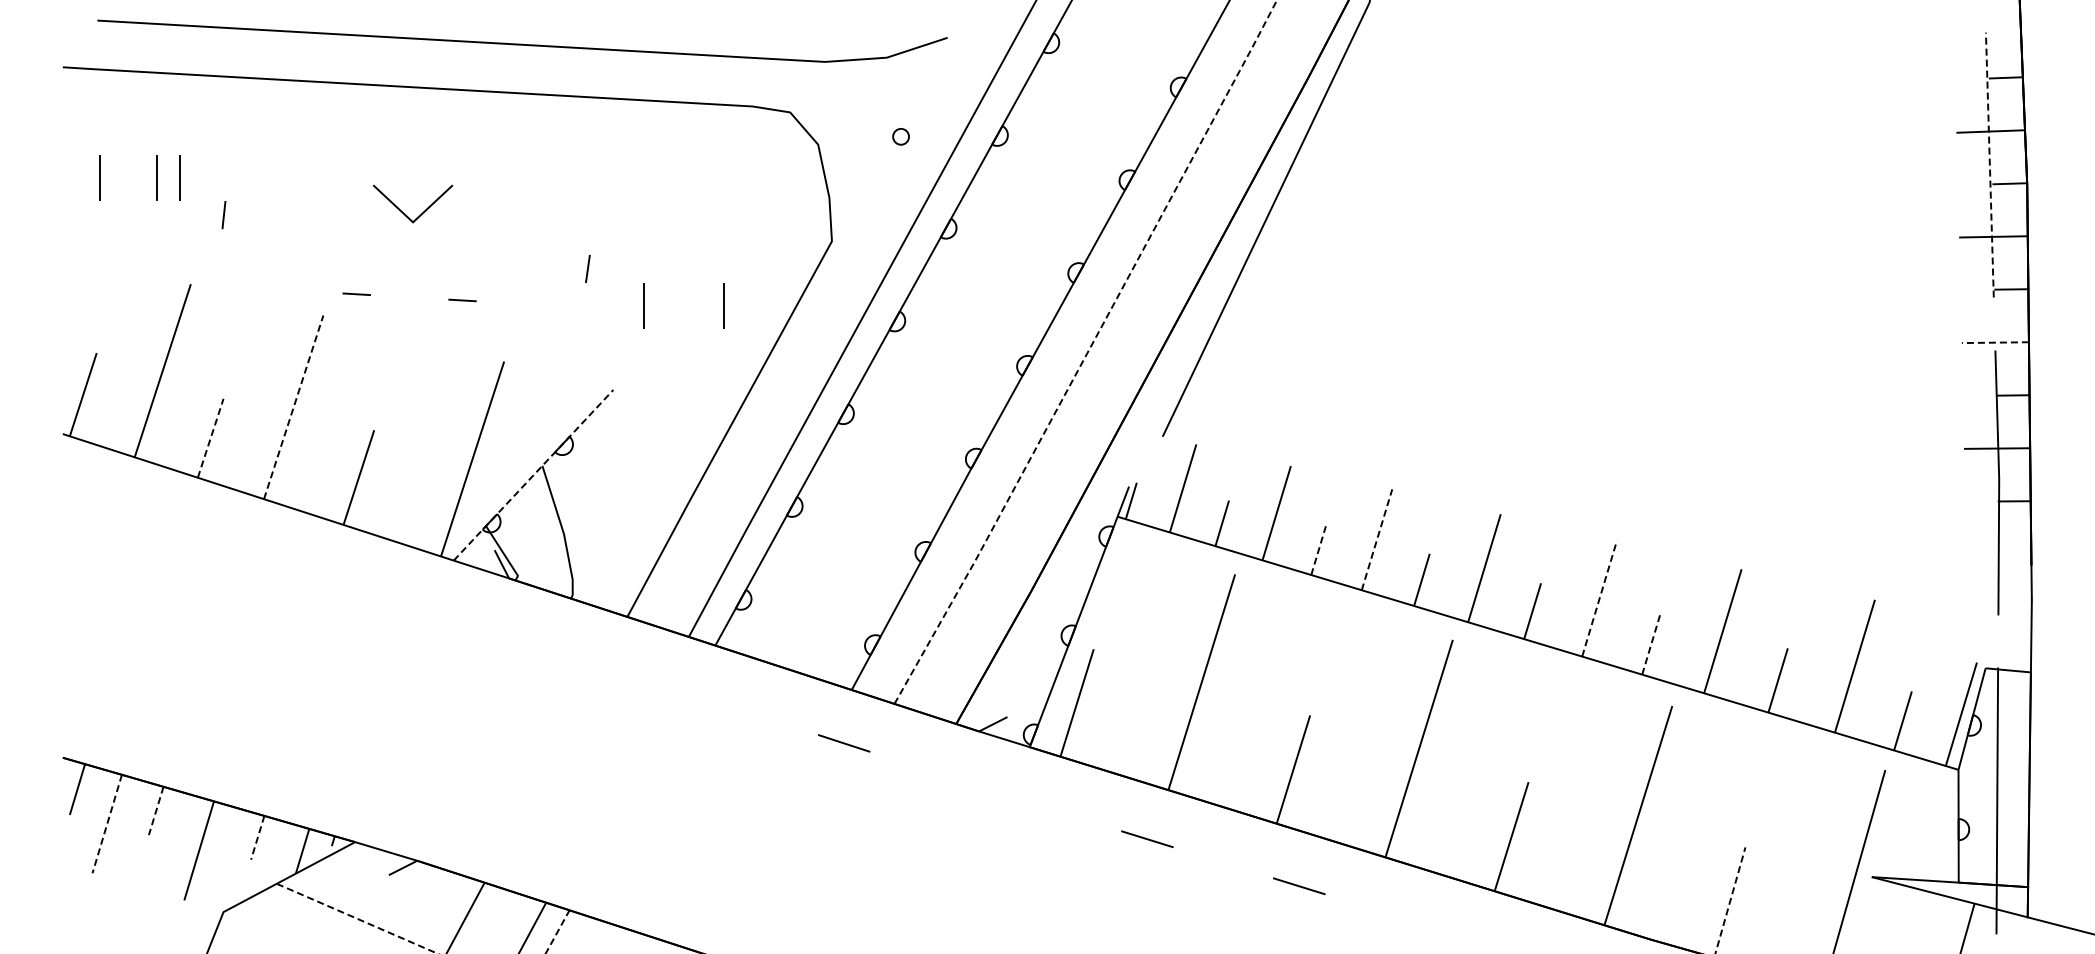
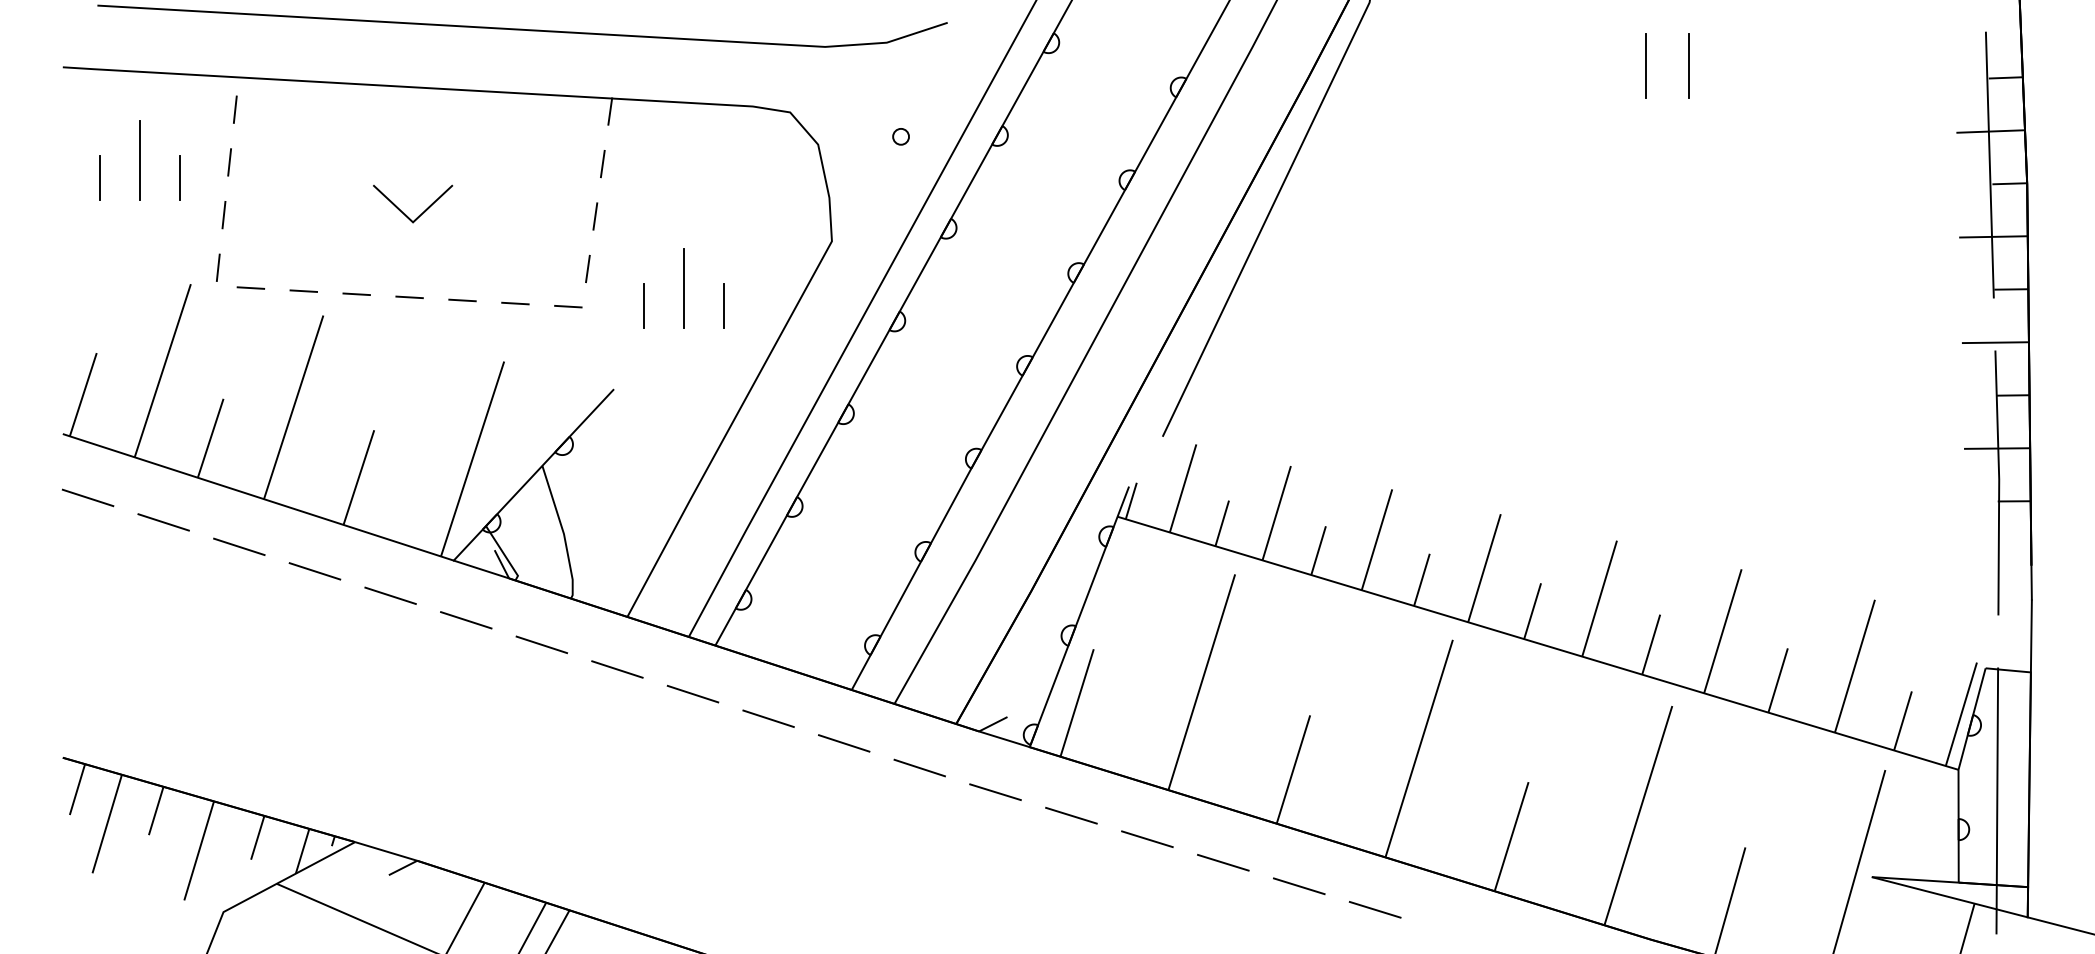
line at (522, 43) position: (522, 43) -> (522, 28)
line at (1646, 65): none -> present
line at (1688, 65): none -> present
line at (234, 109): none -> present
line at (610, 111): none -> present
line at (140, 160): none -> present
line at (229, 162): none -> present
line at (602, 163): none -> present
line at (1989, 164): dashed -> solid
line at (156, 177): present -> none
line at (595, 216): none -> present
line at (218, 267): none -> present
line at (250, 287): none -> present
line at (683, 288): none -> present
line at (303, 290): none -> present
line at (409, 297): none -> present
line at (515, 303): none -> present
line at (568, 306): none -> present
line at (1994, 342): dashed -> solid
line at (1087, 353): dashed -> solid
line at (293, 406): dashed -> solid
line at (210, 437): dashed -> solid
line at (533, 475): dashed -> solid
line at (87, 497): none -> present
line at (163, 522): none -> present
line at (1377, 539): dashed -> solid
line at (239, 546): none -> present
line at (1318, 550): dashed -> solid
line at (314, 571): none -> present
line at (390, 595): none -> present
line at (1599, 598): dashed -> solid
line at (466, 620): none -> present
line at (541, 644): none -> present
line at (1651, 644): dashed -> solid
line at (617, 669): none -> present
line at (692, 693): none -> present
line at (768, 718): none -> present
line at (919, 767): none -> present
line at (995, 792): none -> present
line at (156, 811): dashed -> solid
line at (1071, 815): none -> present
line at (107, 824): dashed -> solid
line at (257, 837): dashed -> solid
line at (1223, 862): none -> present
line at (1730, 900): dashed -> solid
line at (1374, 909): none -> present
line at (357, 918): dashed -> solid
line at (557, 931): dashed -> solid
